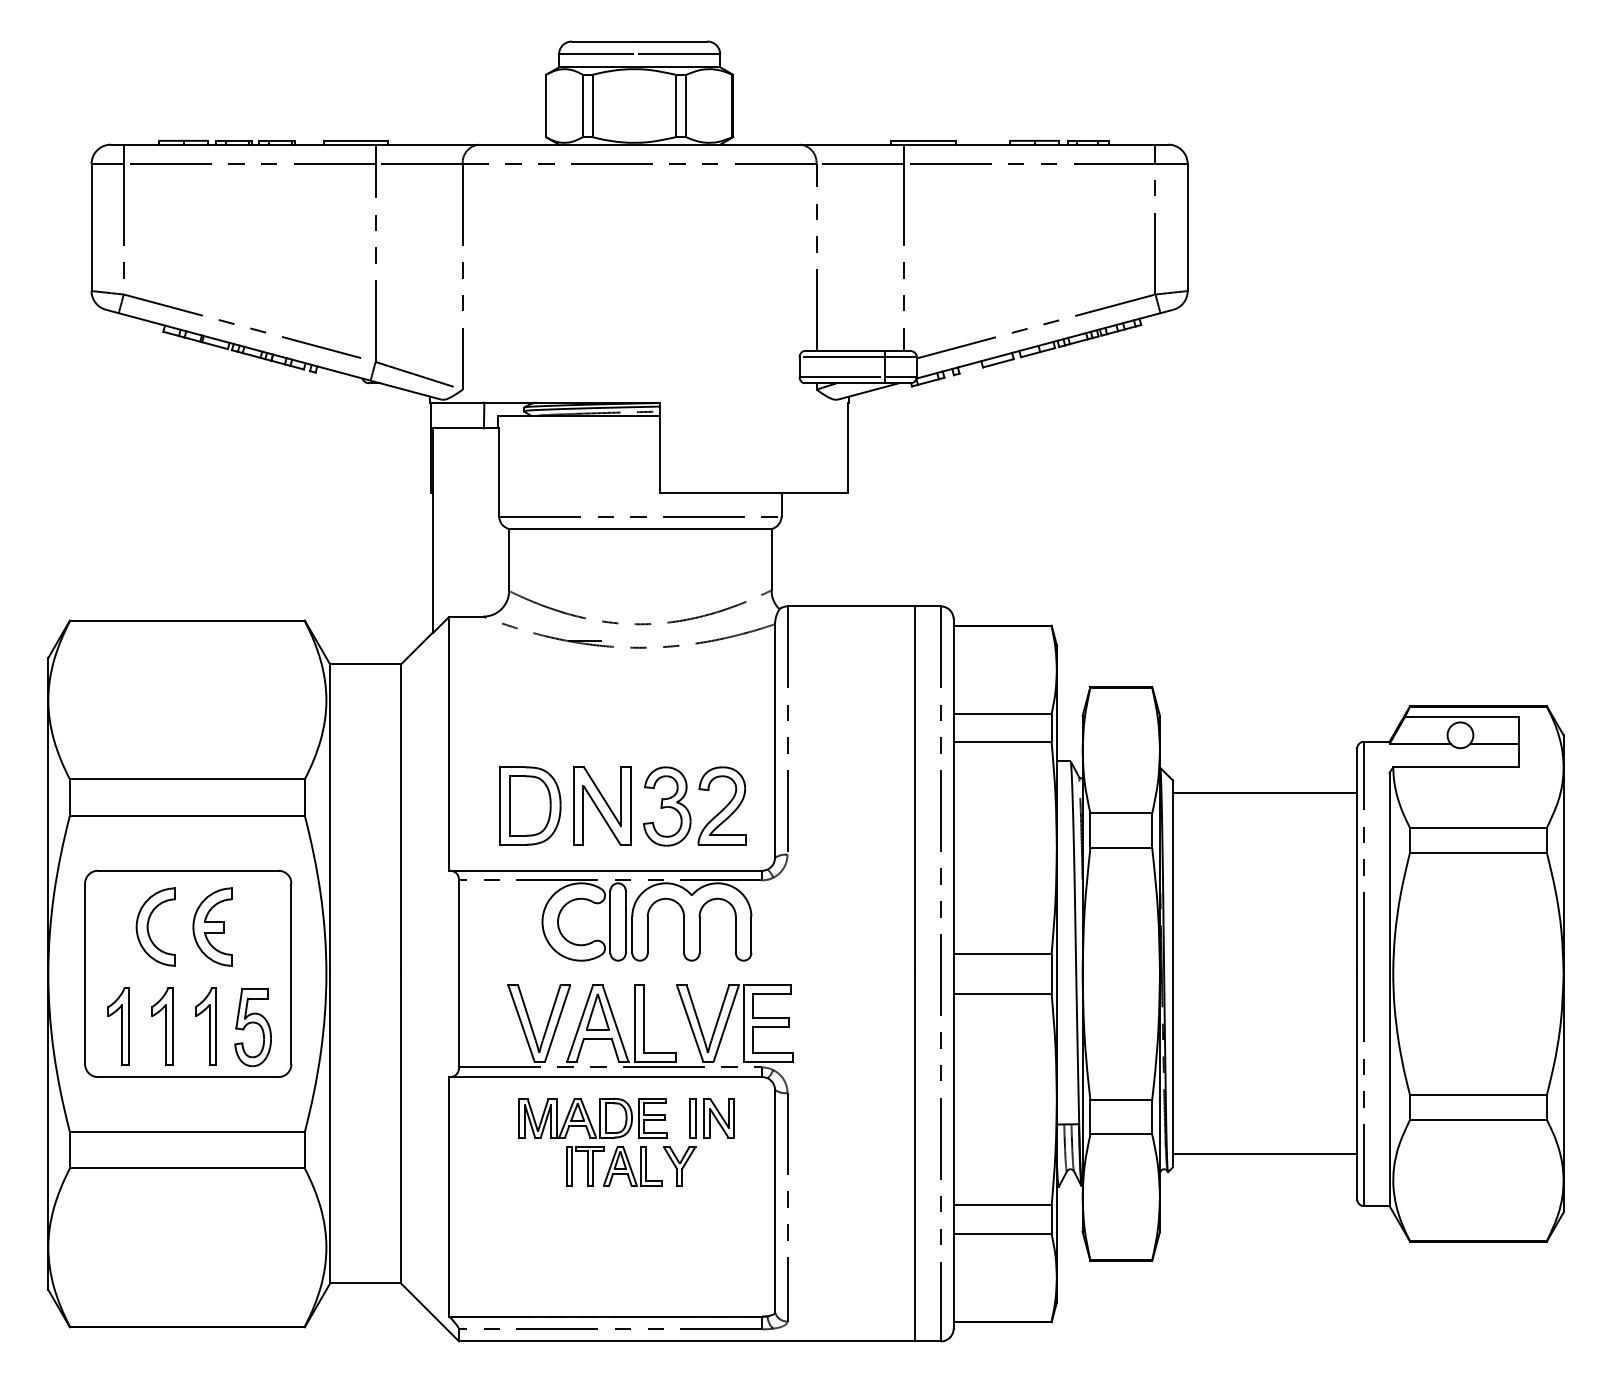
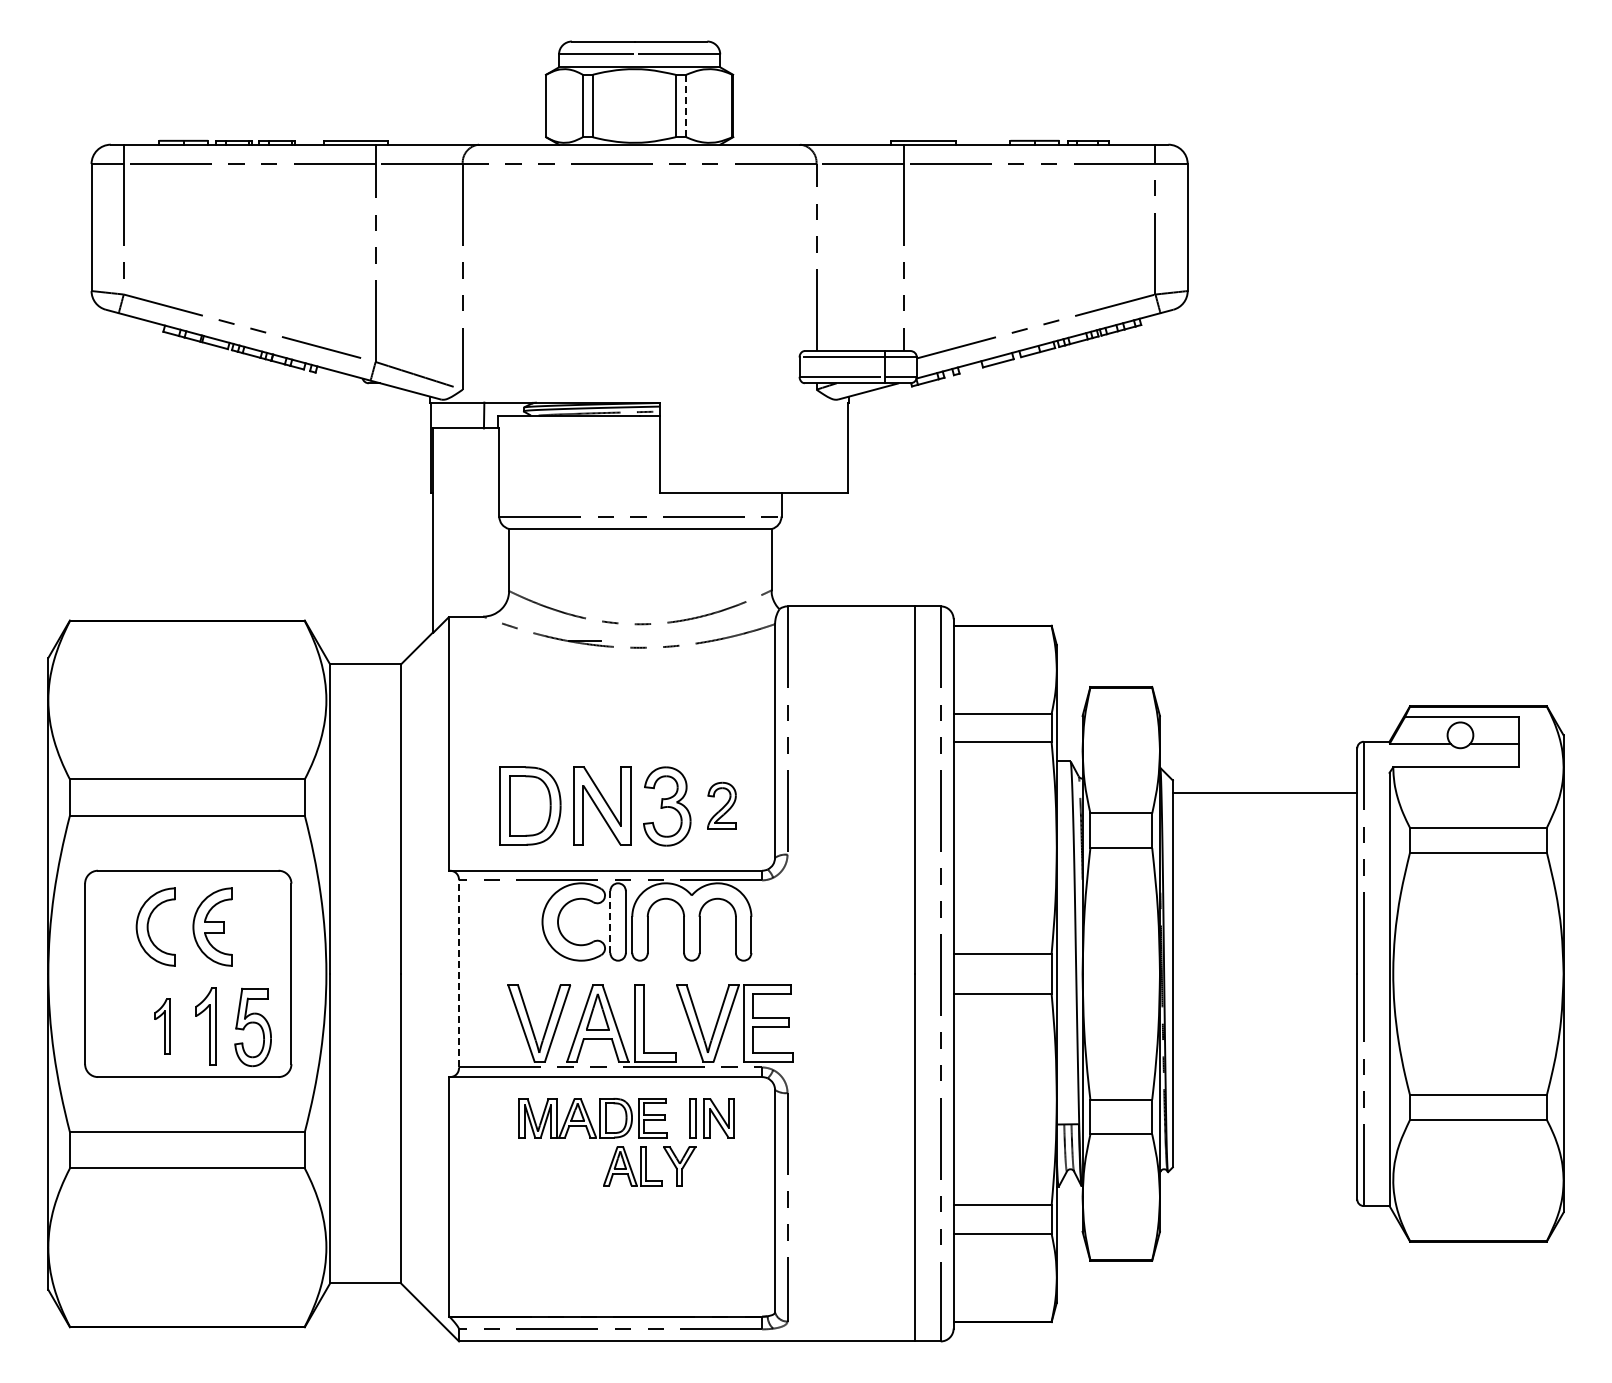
line at (686, 105): solid -> dashed
part at (721, 805) size: 50x80 px -> 30x49 px
line at (610, 922): solid -> dashed
line at (459, 973): solid -> dashed
part at (118, 1026): present -> none
part at (162, 1026) size: 23x79 px -> 17x57 px
line at (1264, 1154): present -> none
part at (585, 1166): present -> none
